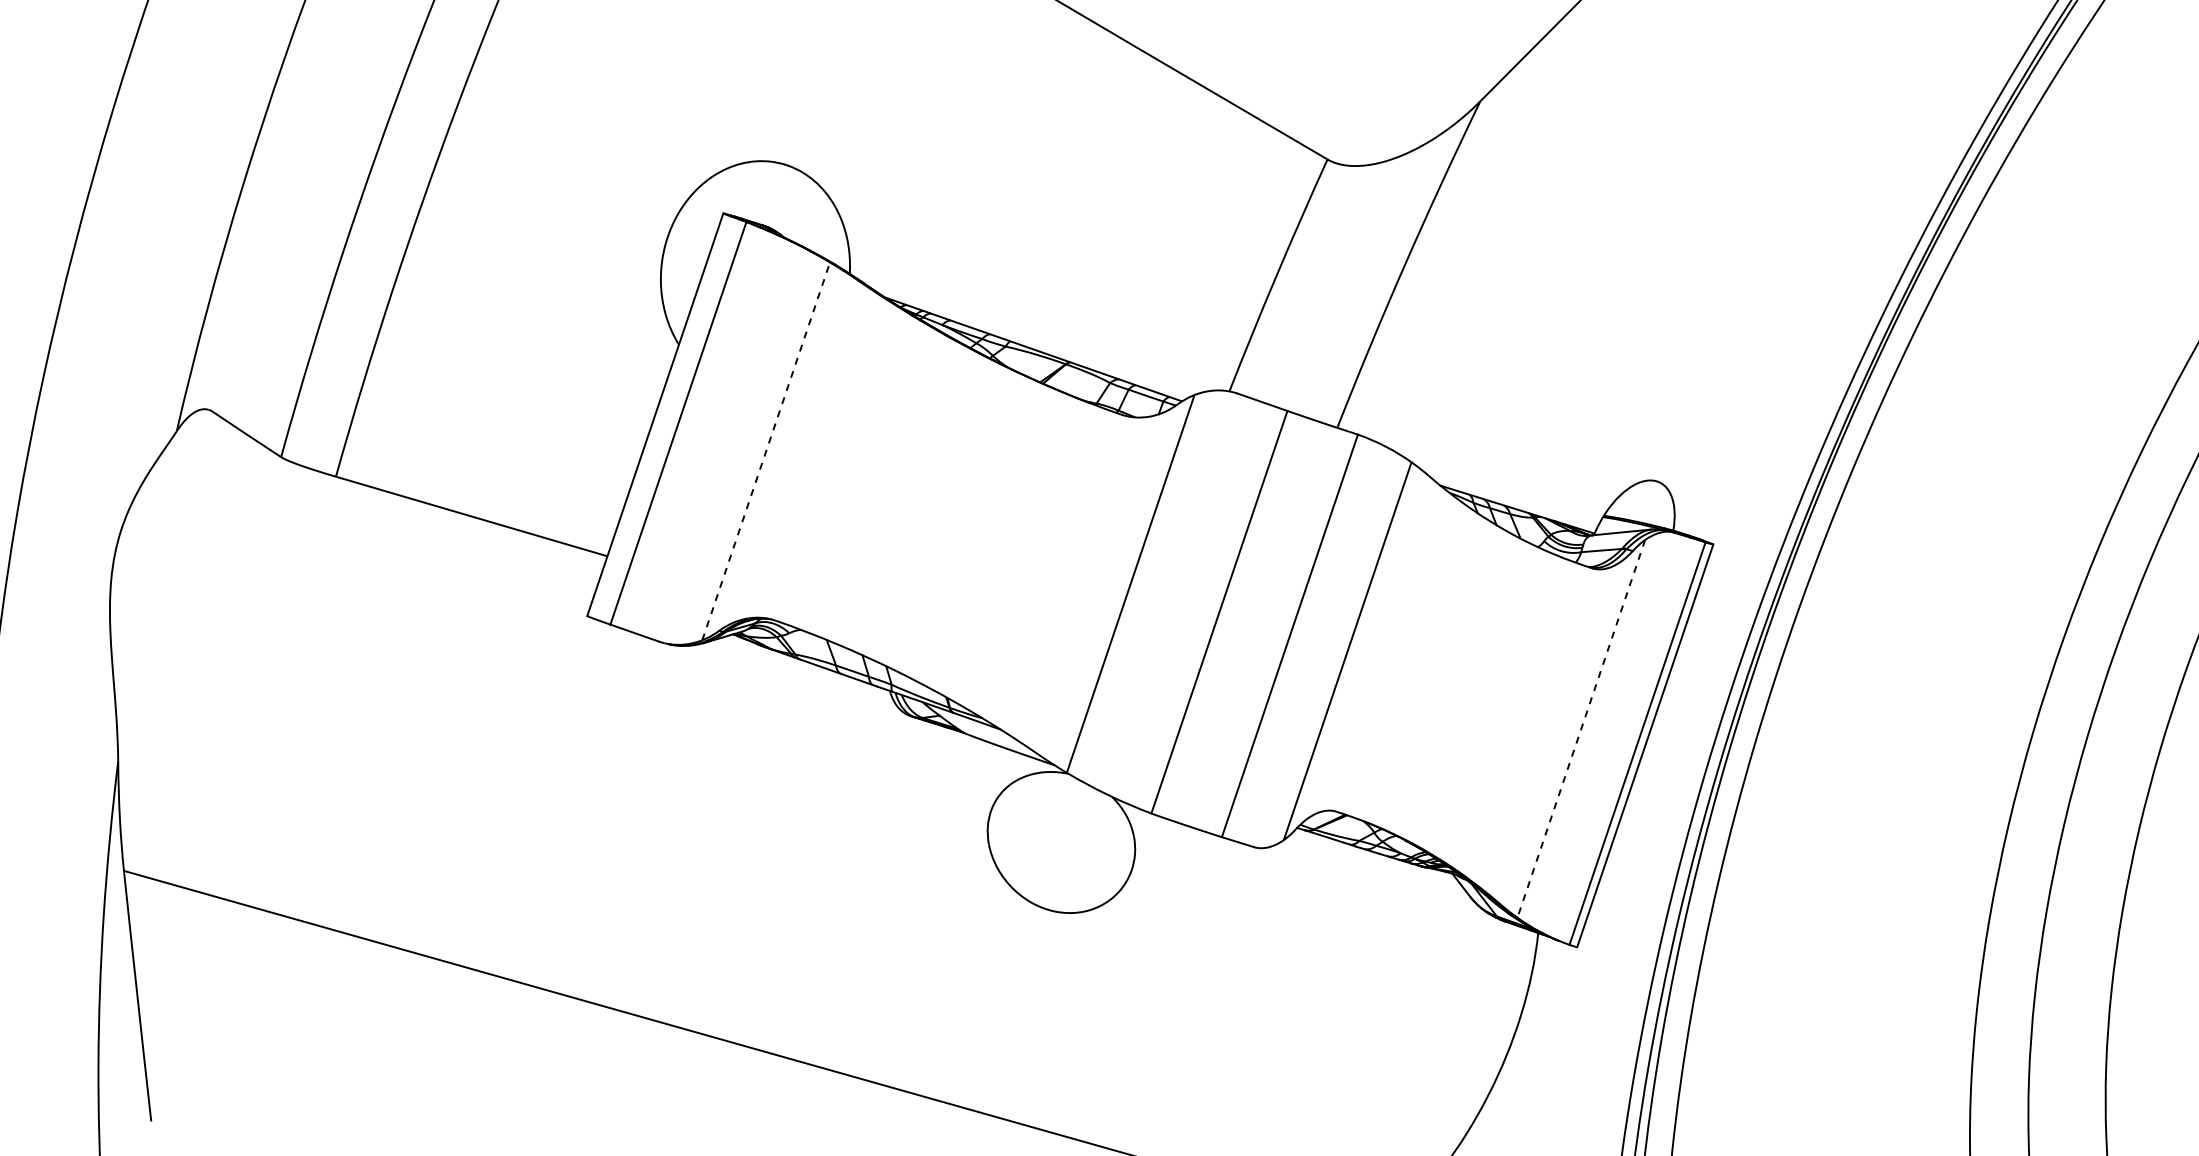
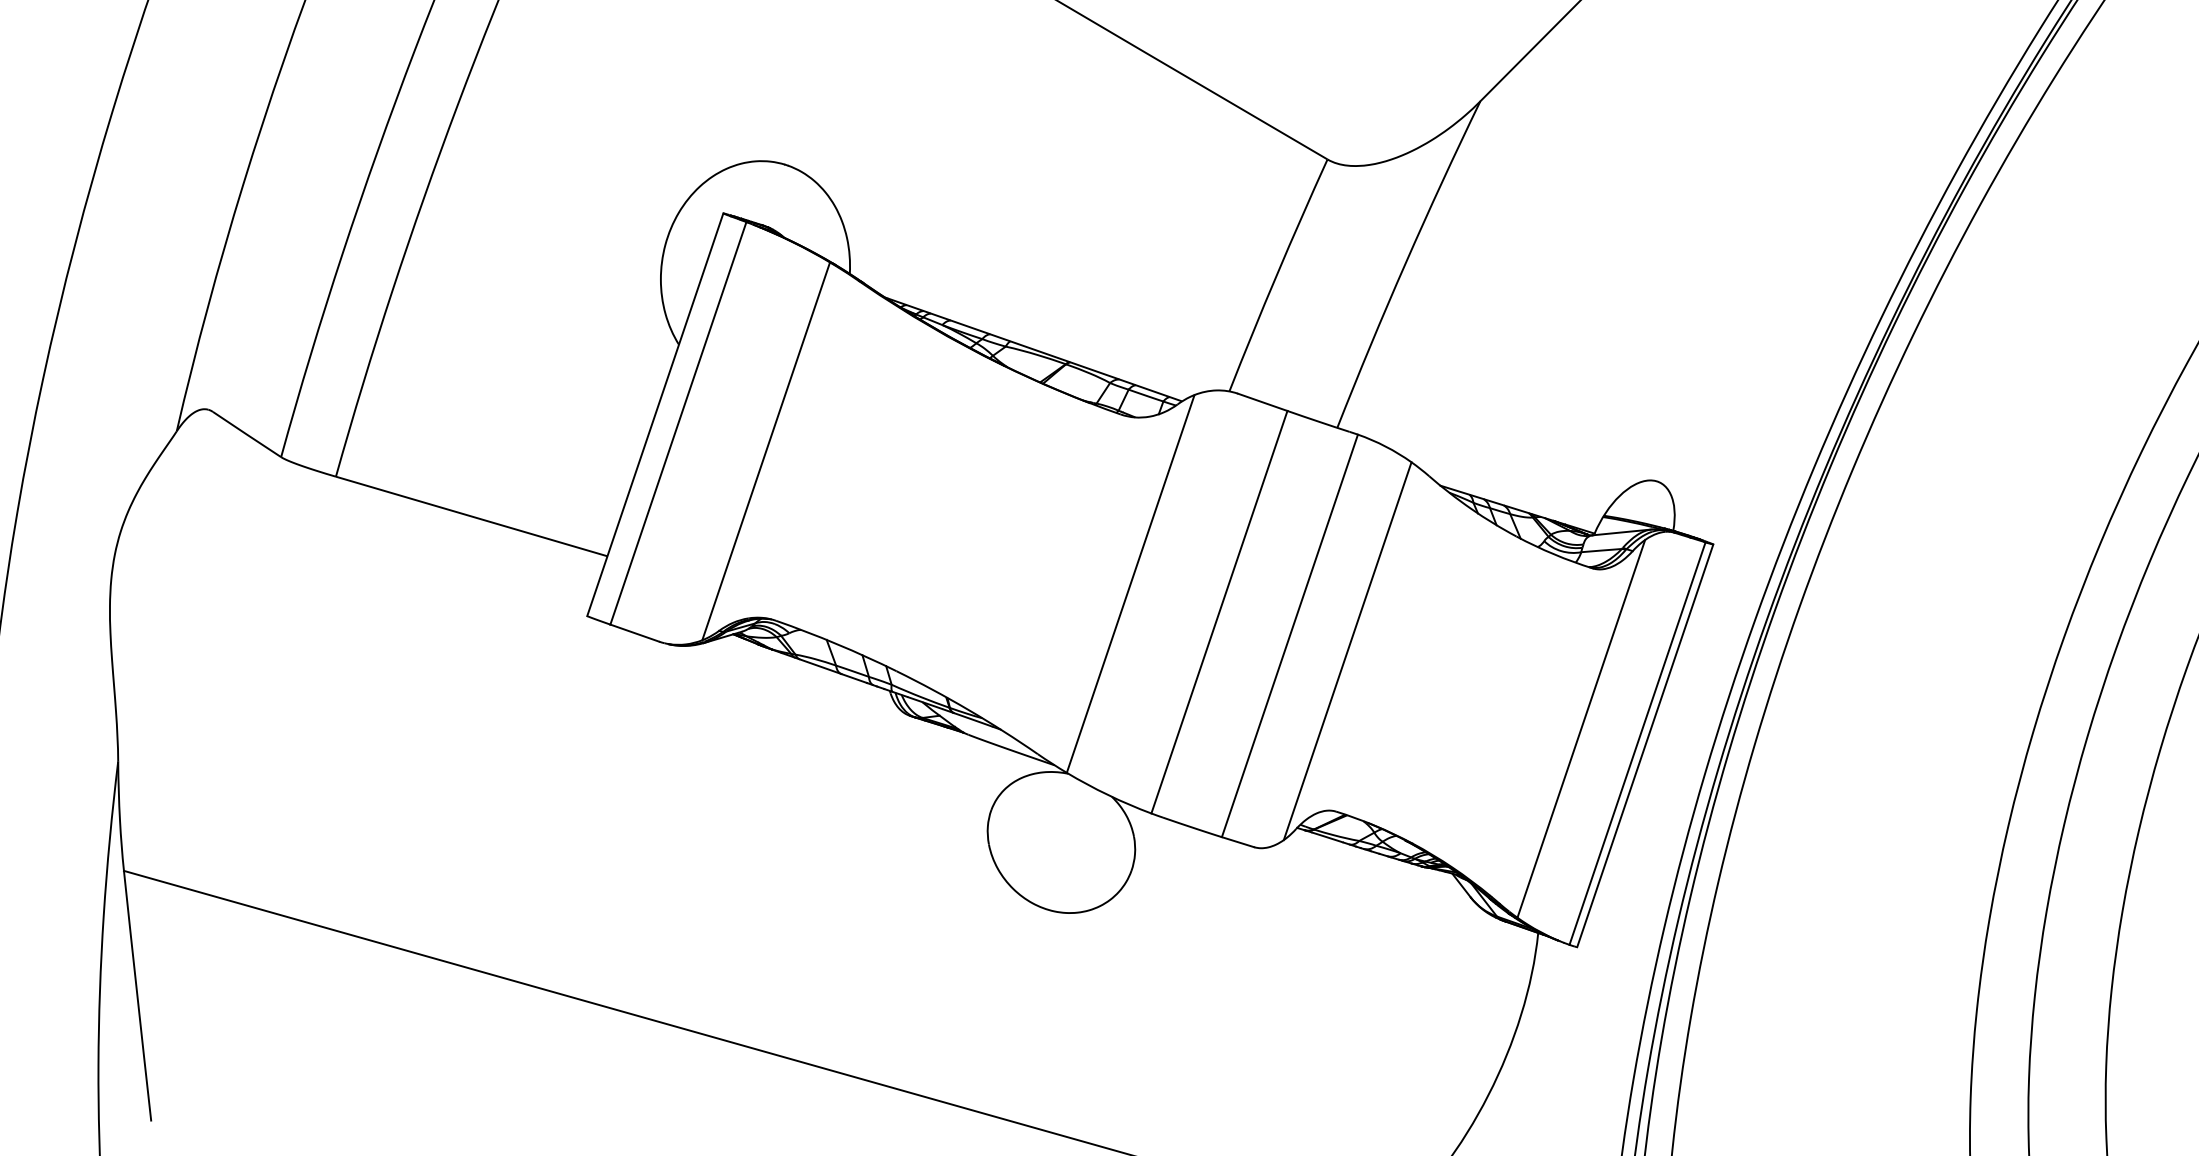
line at (766, 450): dashed -> solid
line at (1581, 729): dashed -> solid
